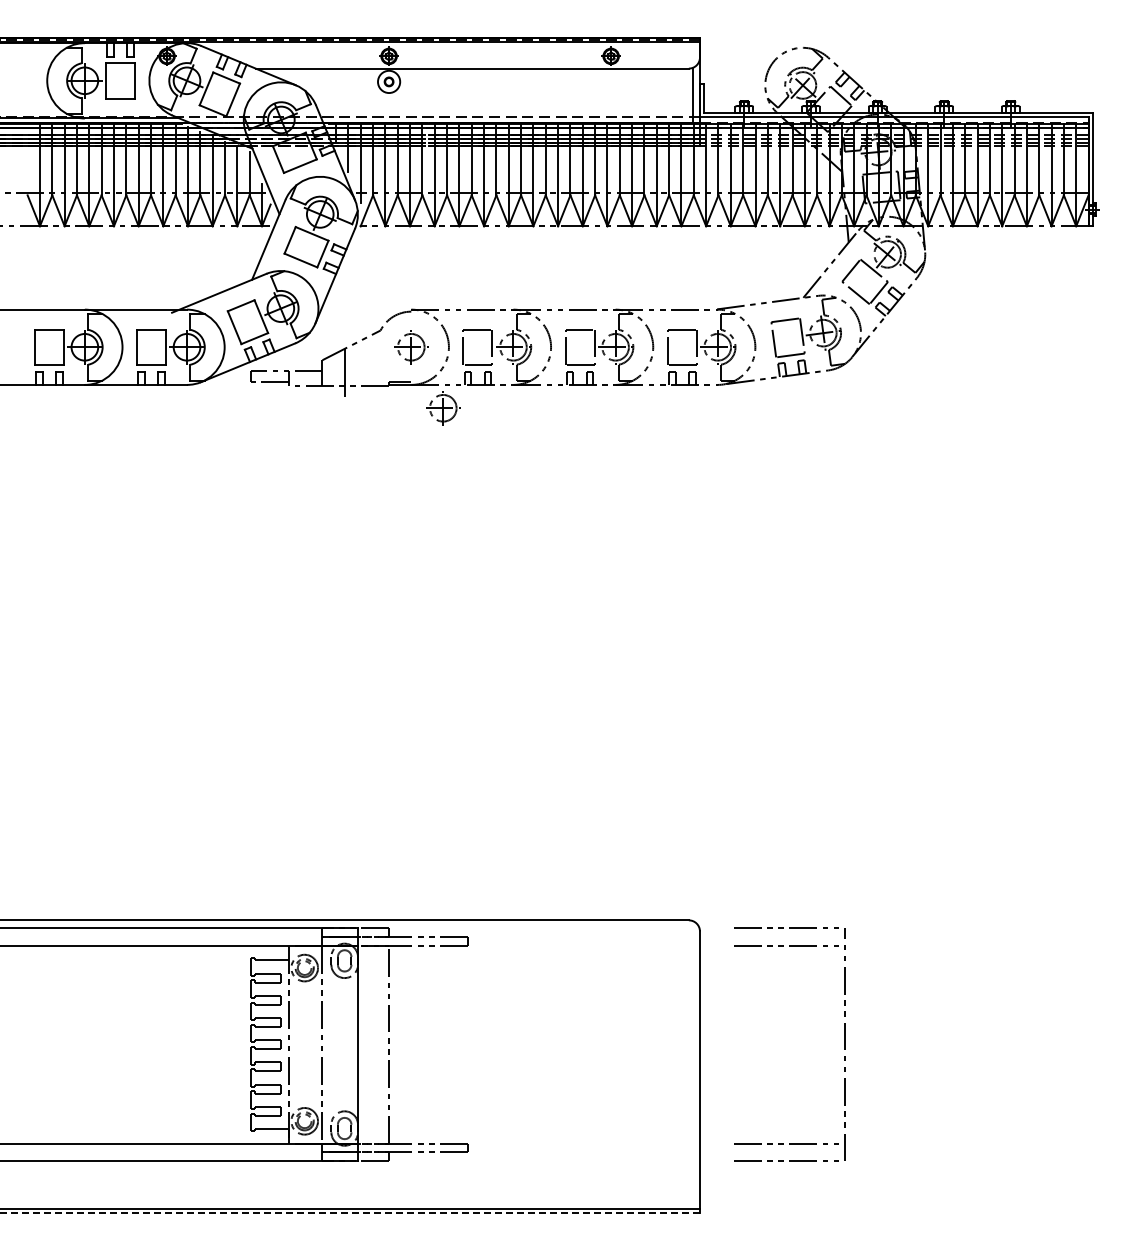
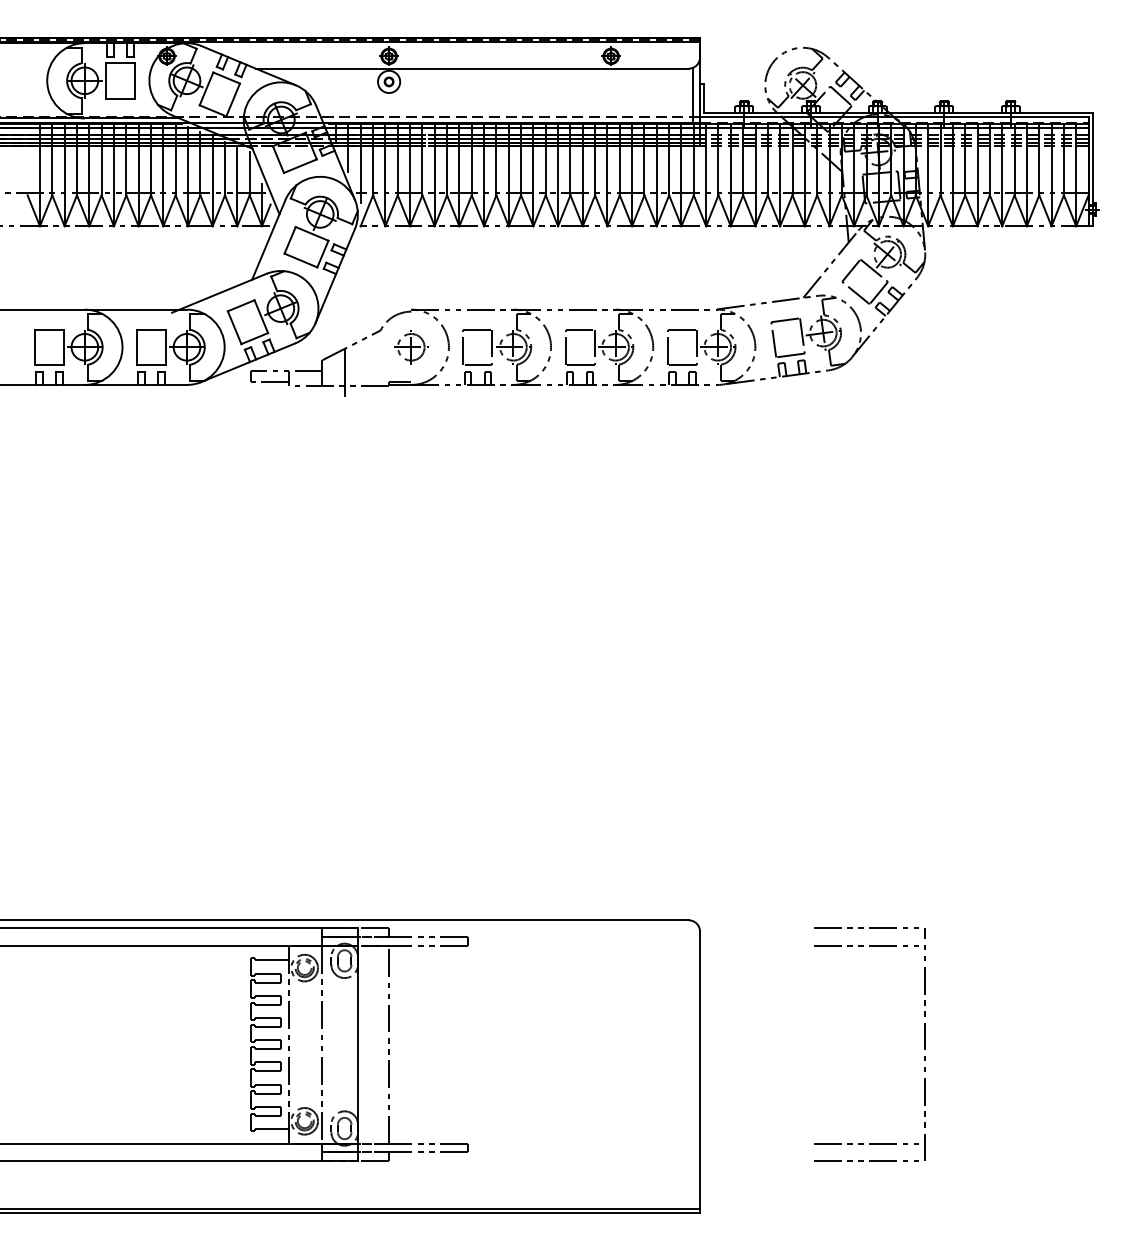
part at (443, 408): present -> none
part at (844, 1044) position: (844, 1044) -> (924, 1044)
line at (350, 1213): dashed -> solid
